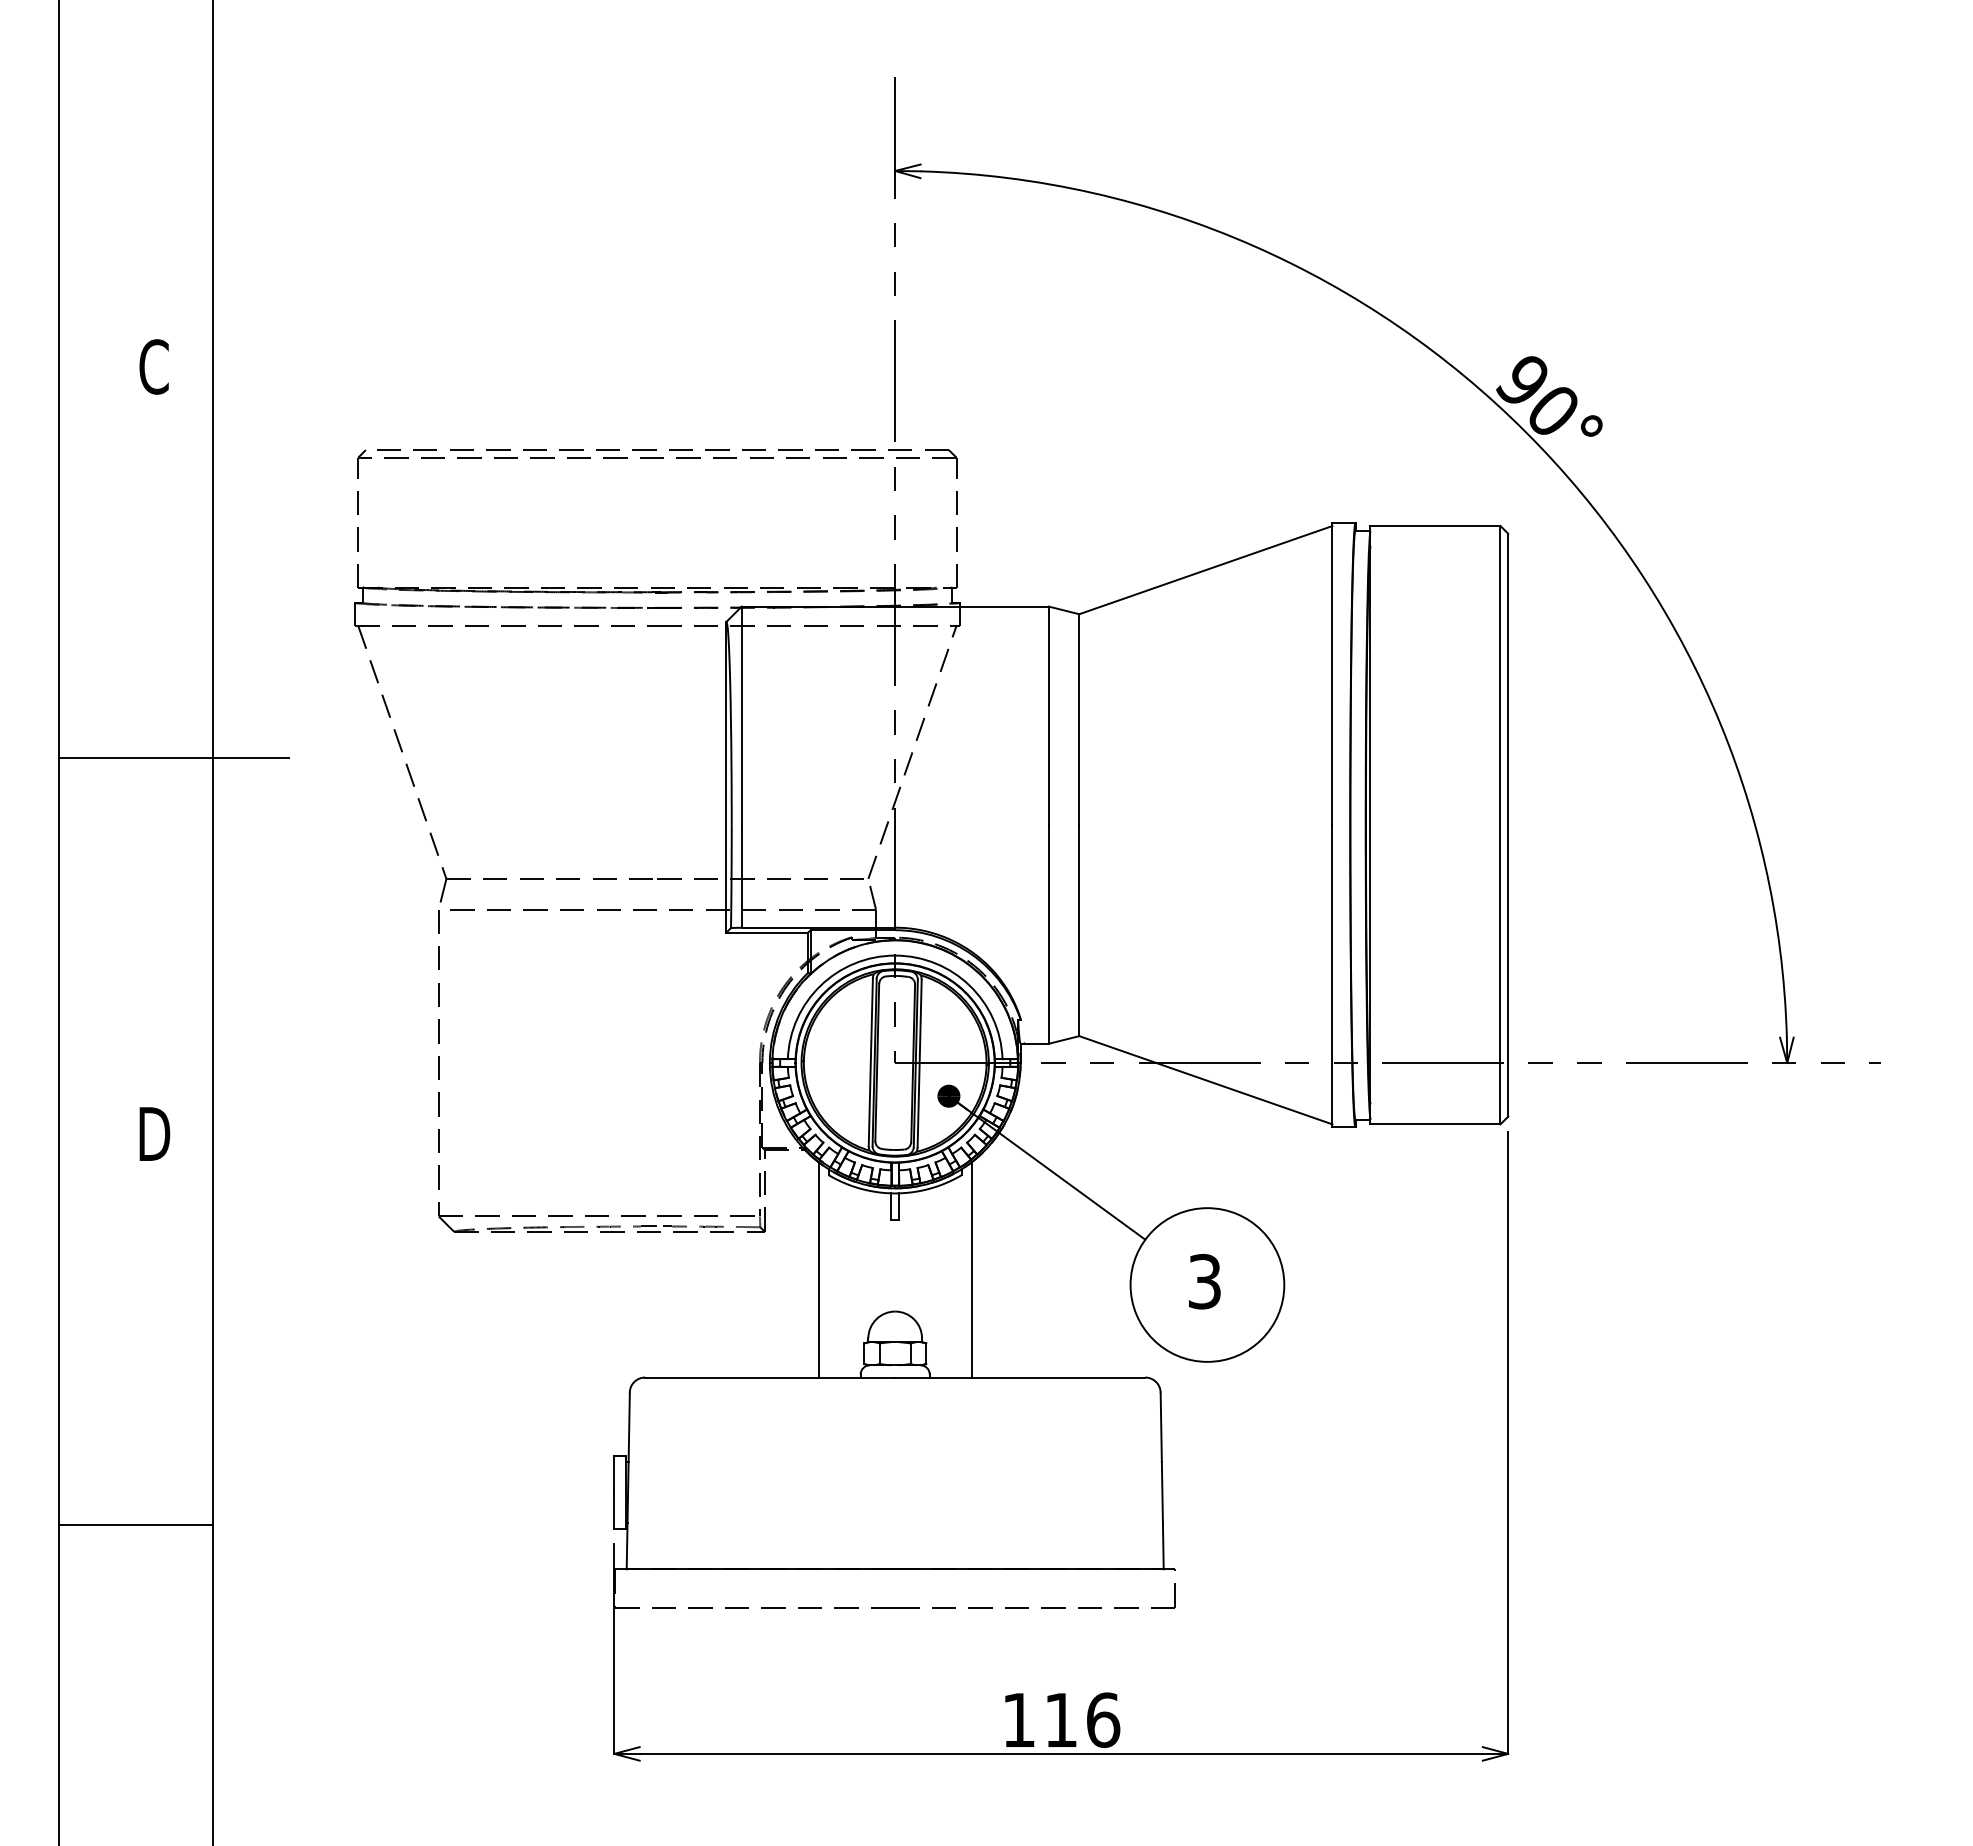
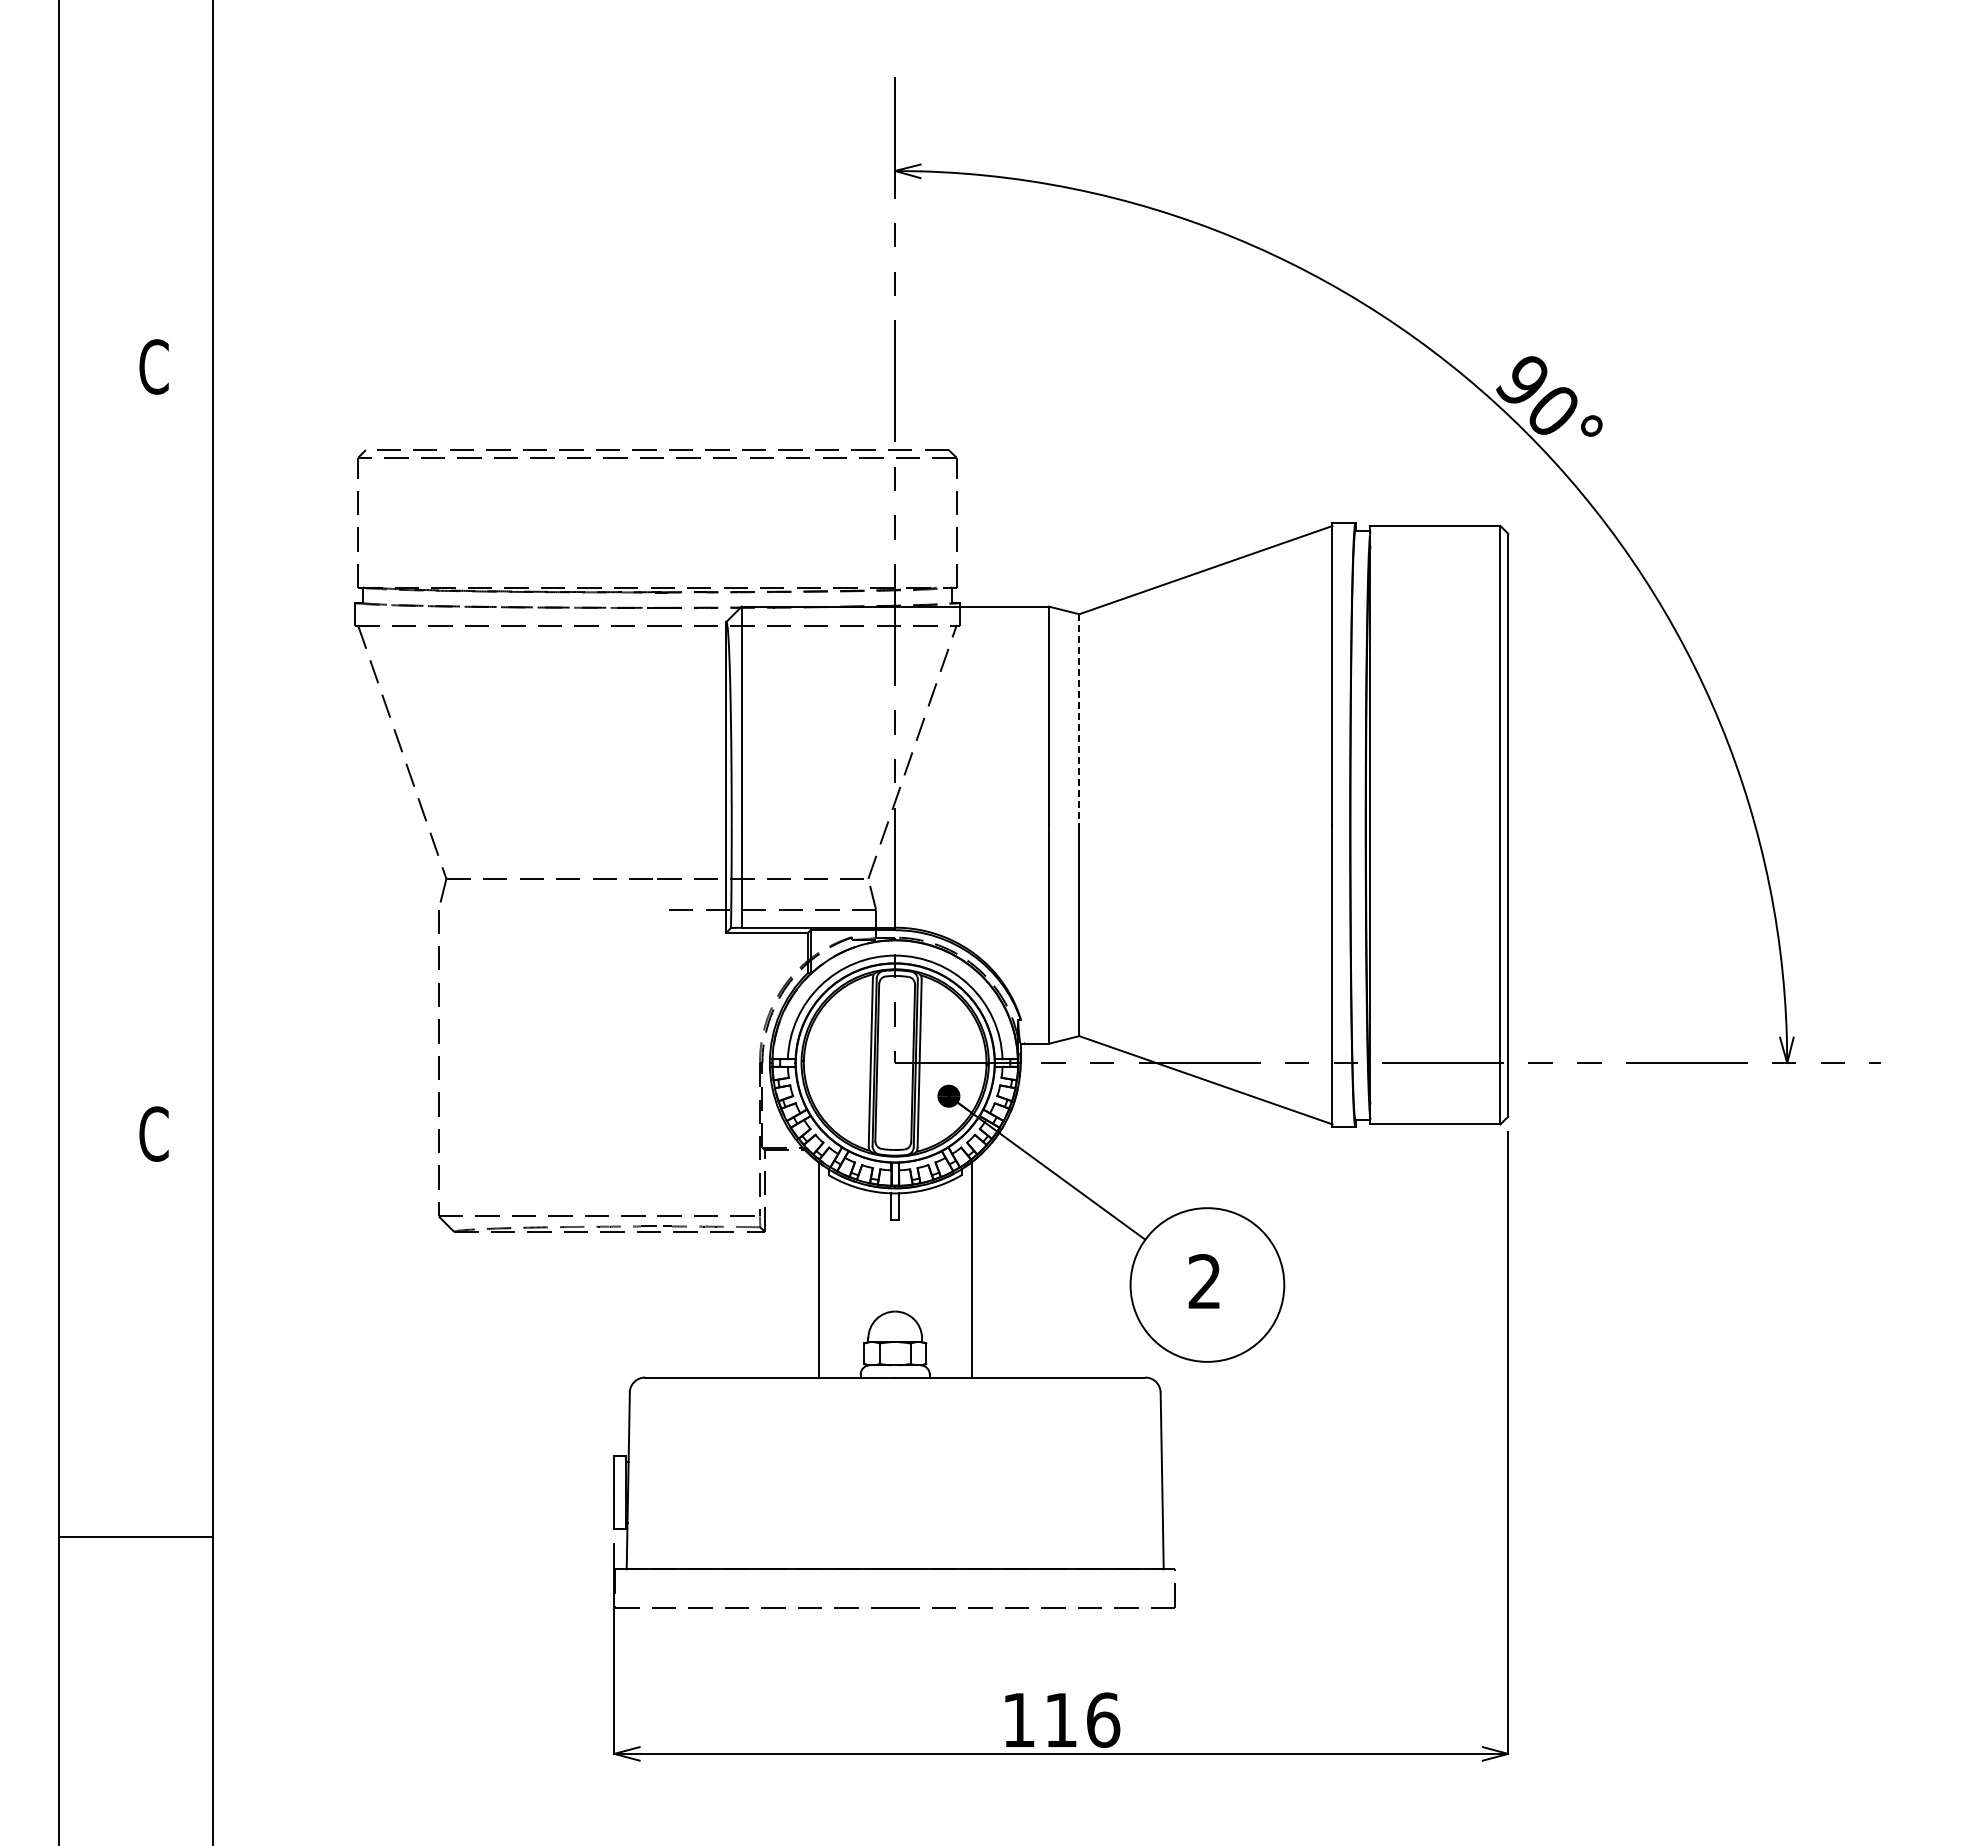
line at (1079, 720): solid -> dashed
line at (174, 758): present -> none
line at (547, 909): present -> none
text at (154, 1133): D -> C
text at (1204, 1281): 3 -> 2
line at (135, 1525) position: (135, 1525) -> (135, 1537)
